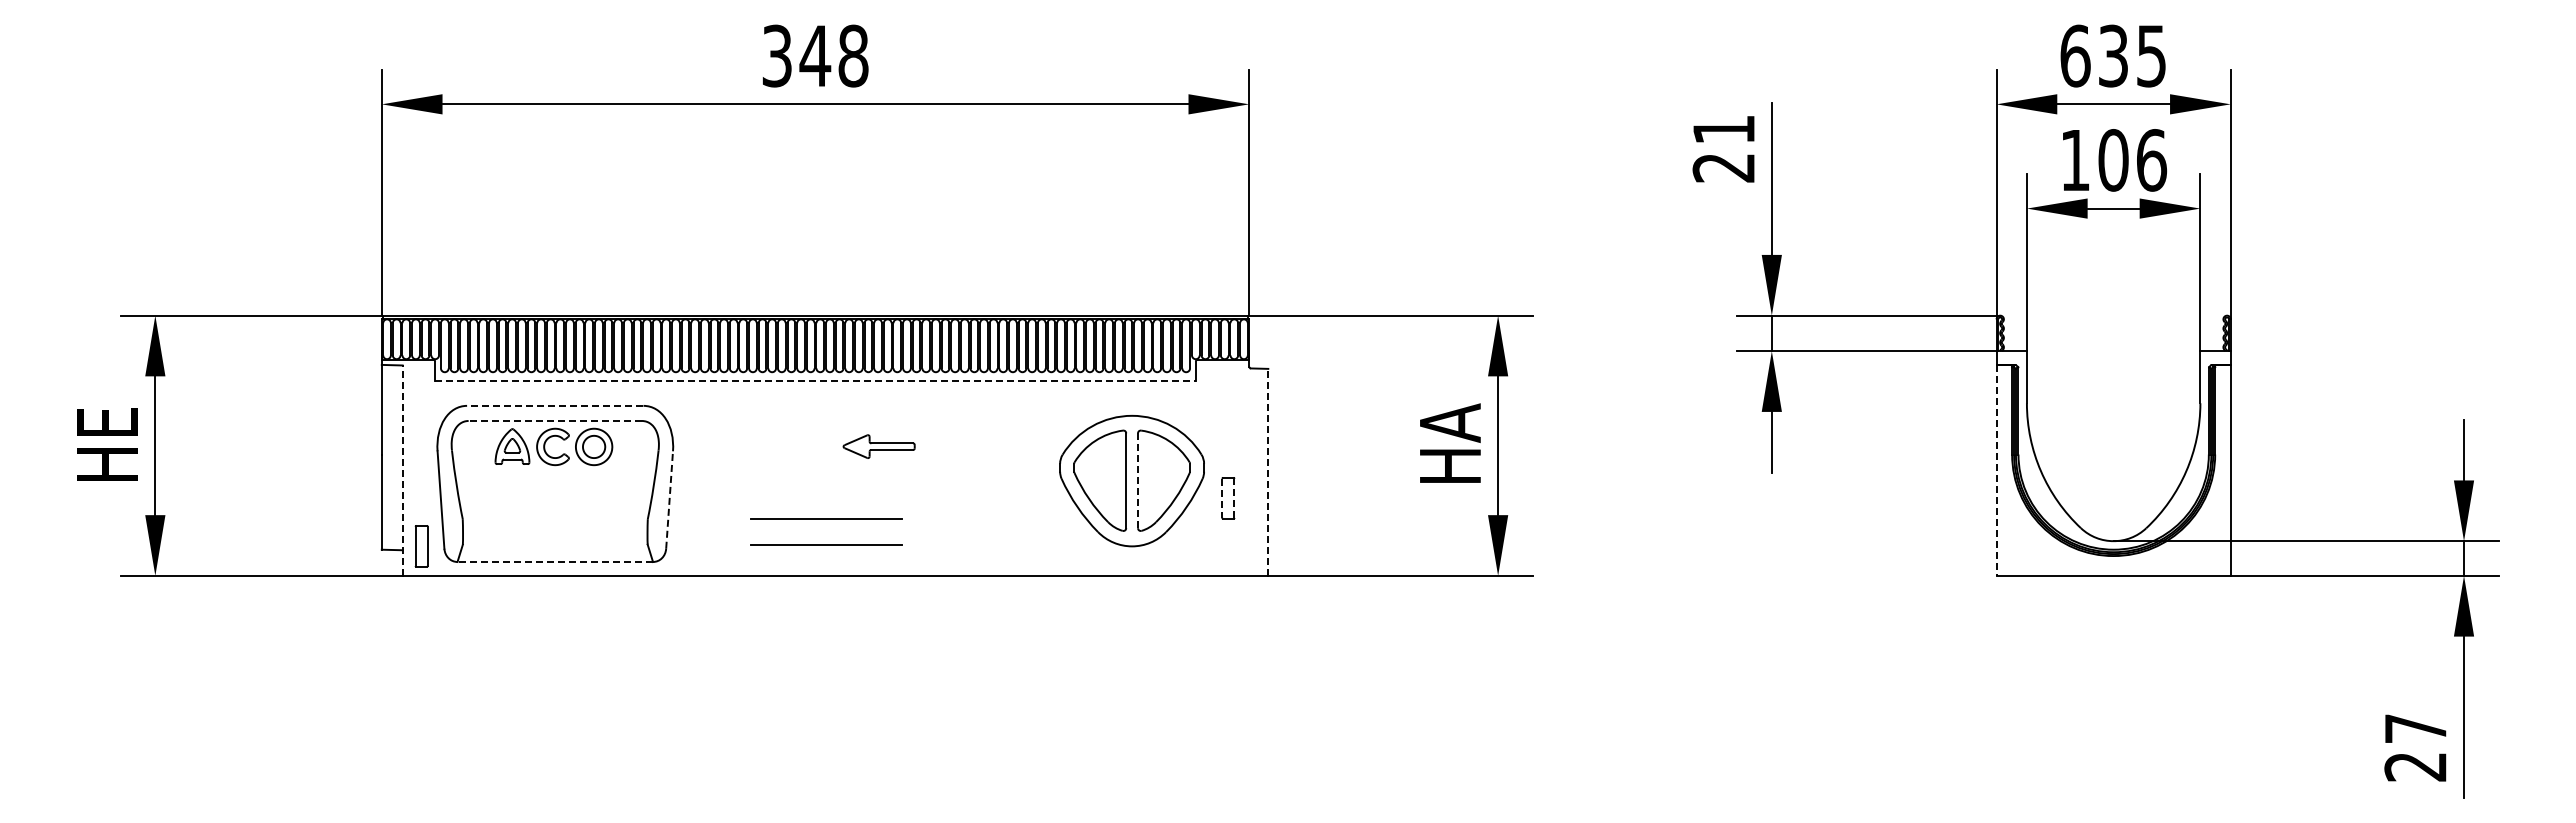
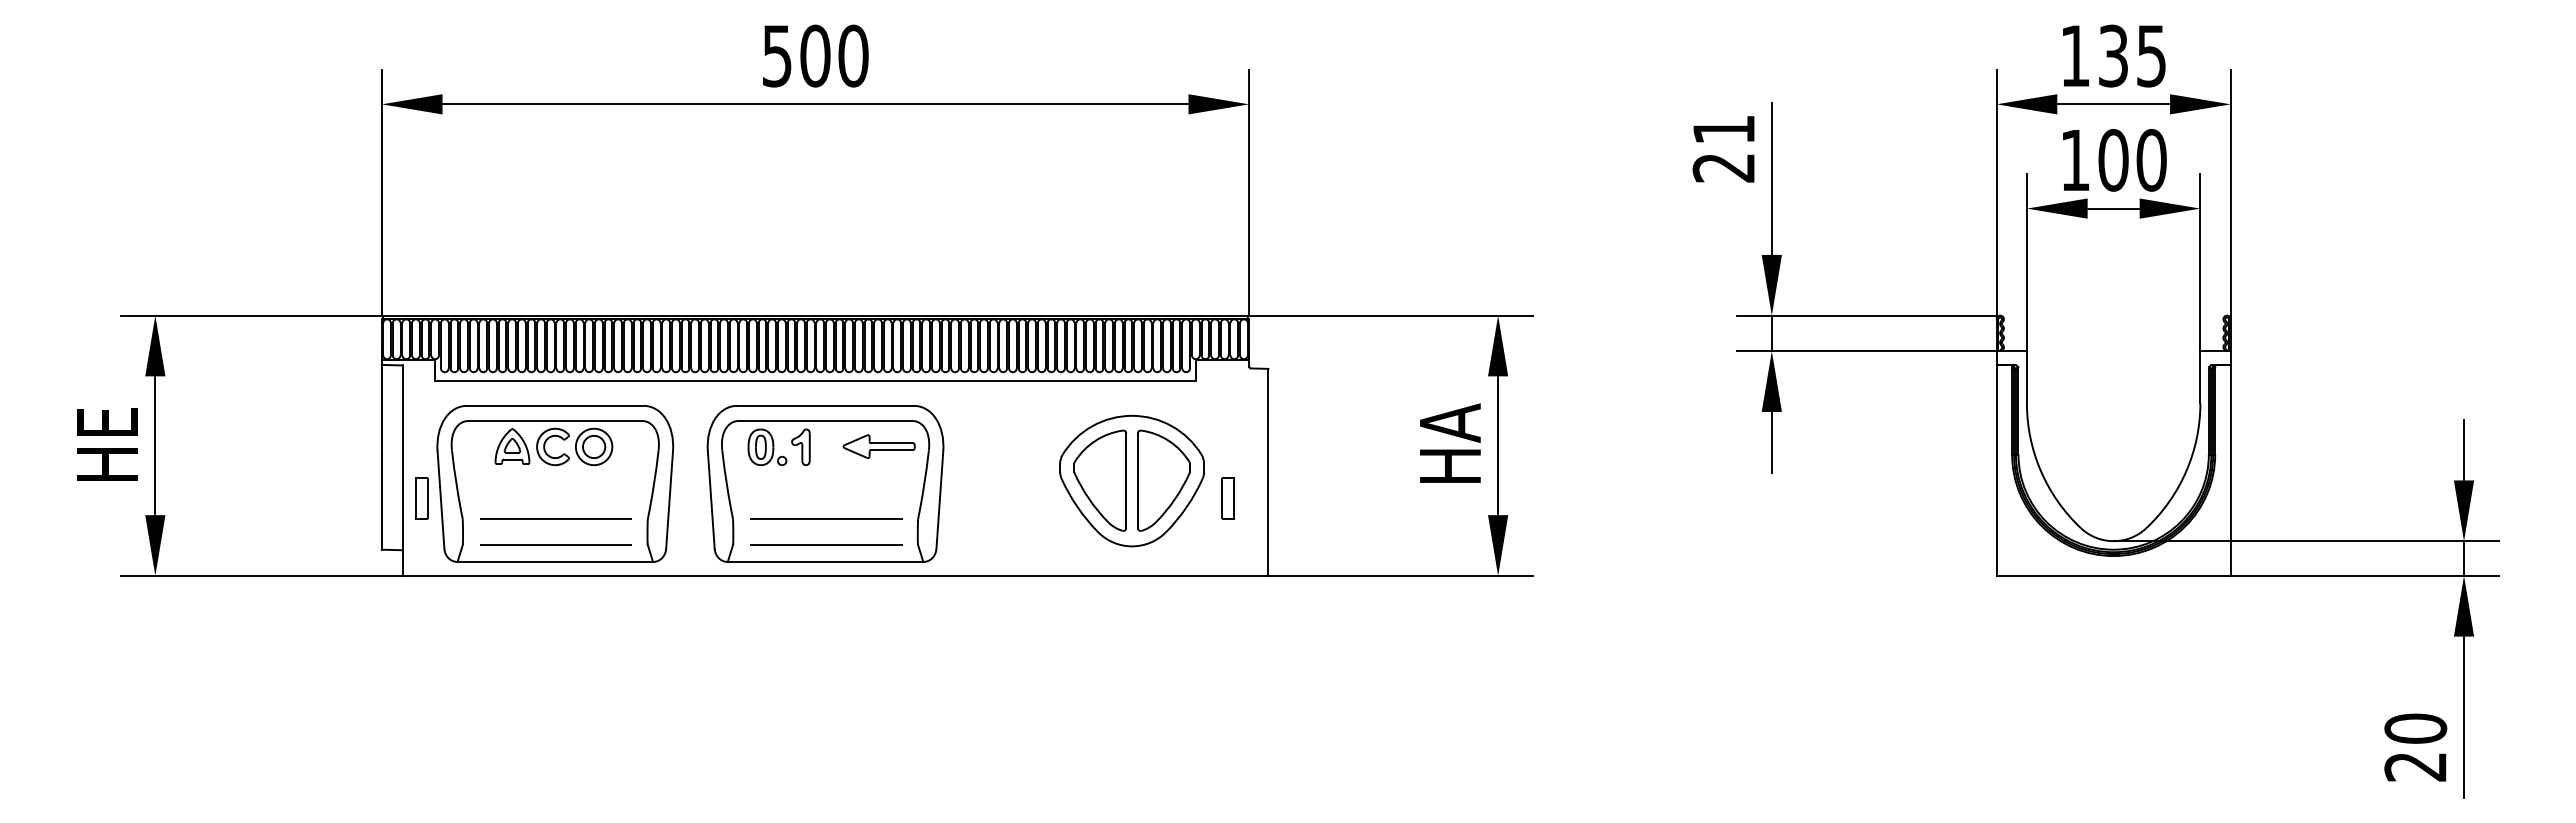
text at (815, 55): 348 -> 500
text at (2075, 55): 635 -> 135
text at (2151, 160): 106 -> 100
line at (816, 381): dashed -> solid
line at (554, 405): dashed -> solid
line at (555, 420): dashed -> solid
line at (402, 470): dashed -> solid
line at (1268, 471): dashed -> solid
line at (1996, 471): dashed -> solid
line at (1138, 481): dashed -> solid
part at (825, 483): none -> present
line at (1222, 498): dashed -> solid
line at (1234, 498): dashed -> solid
line at (669, 500): dashed -> solid
line at (555, 519): none -> present
line at (555, 544): none -> present
part at (421, 546) position: (421, 546) -> (421, 498)
line at (555, 561): dashed -> solid
text at (2415, 728): 27 -> 20
